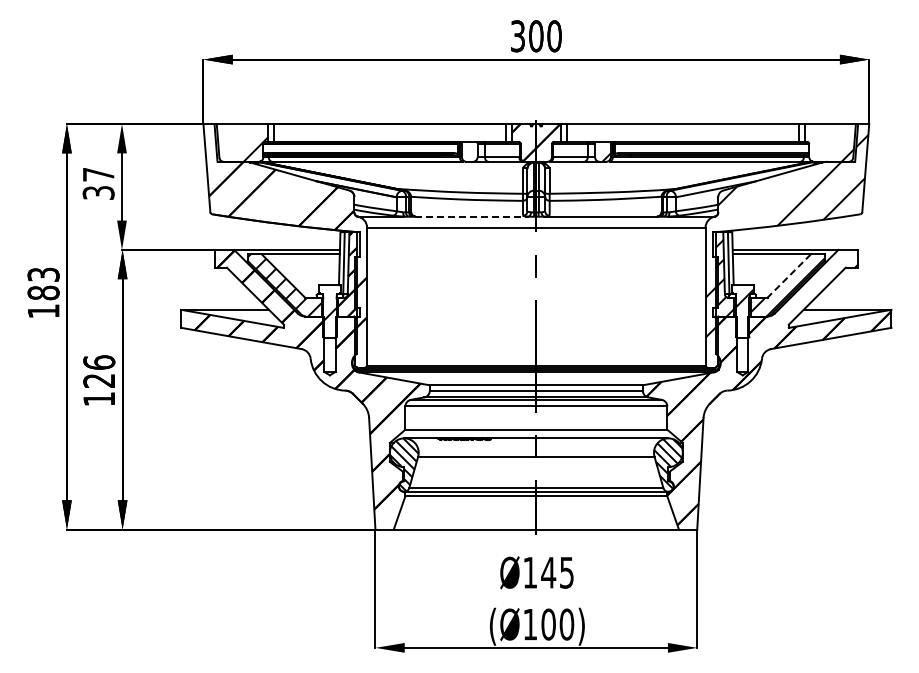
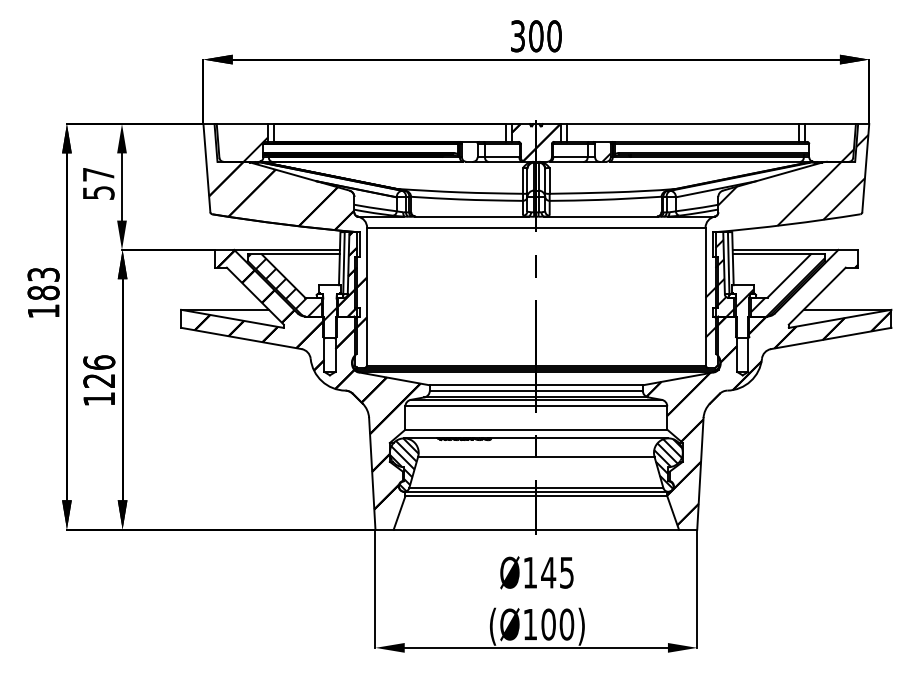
text at (98, 192): 37 -> 57
line at (472, 216): dashed -> solid
line at (789, 276): dashed -> solid
